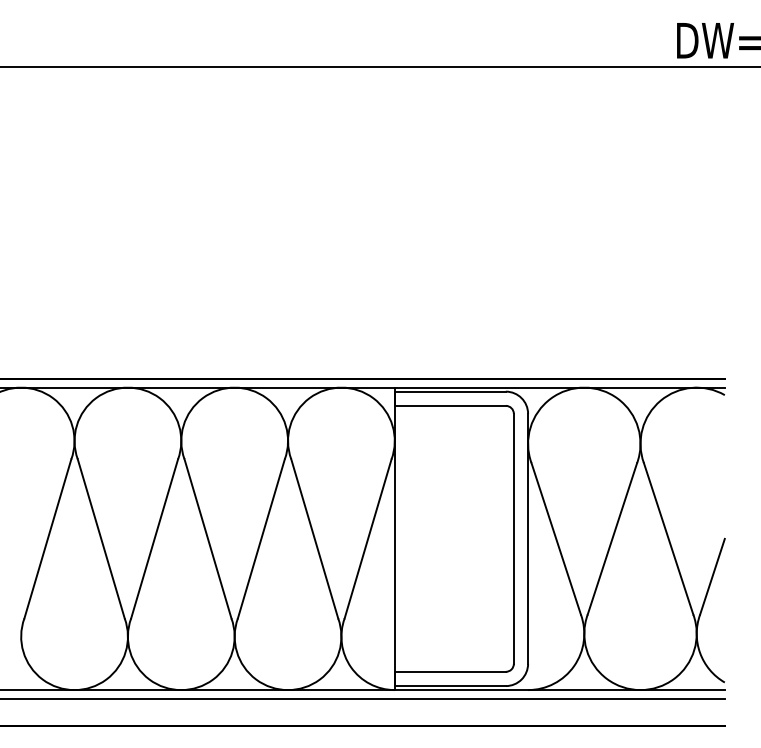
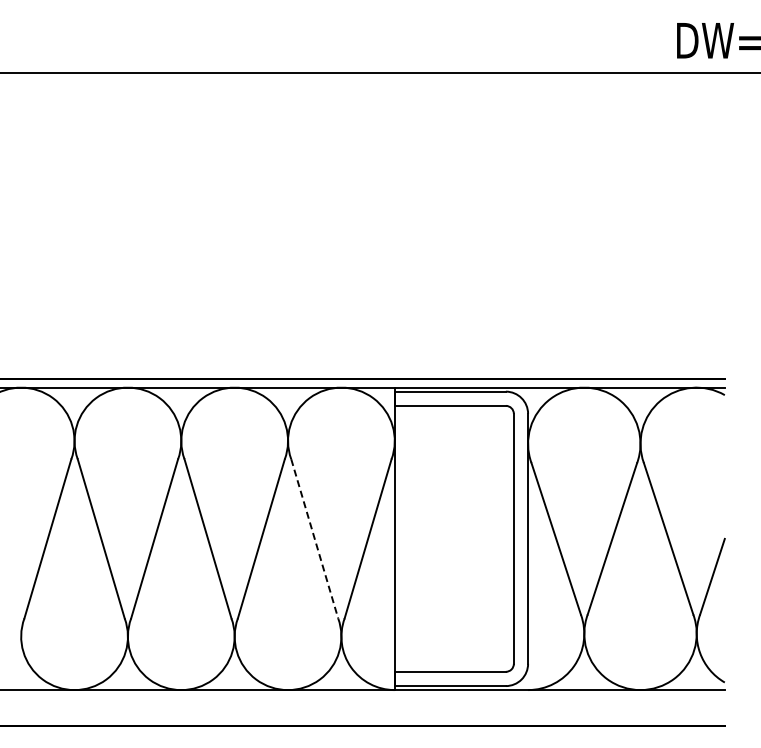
line at (379, 67) position: (379, 67) -> (379, 73)
line at (314, 539): solid -> dashed
line at (363, 698): present -> none
